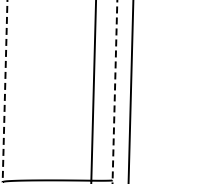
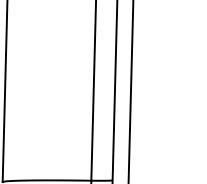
line at (5, 91): dashed -> solid
line at (114, 91): dashed -> solid
